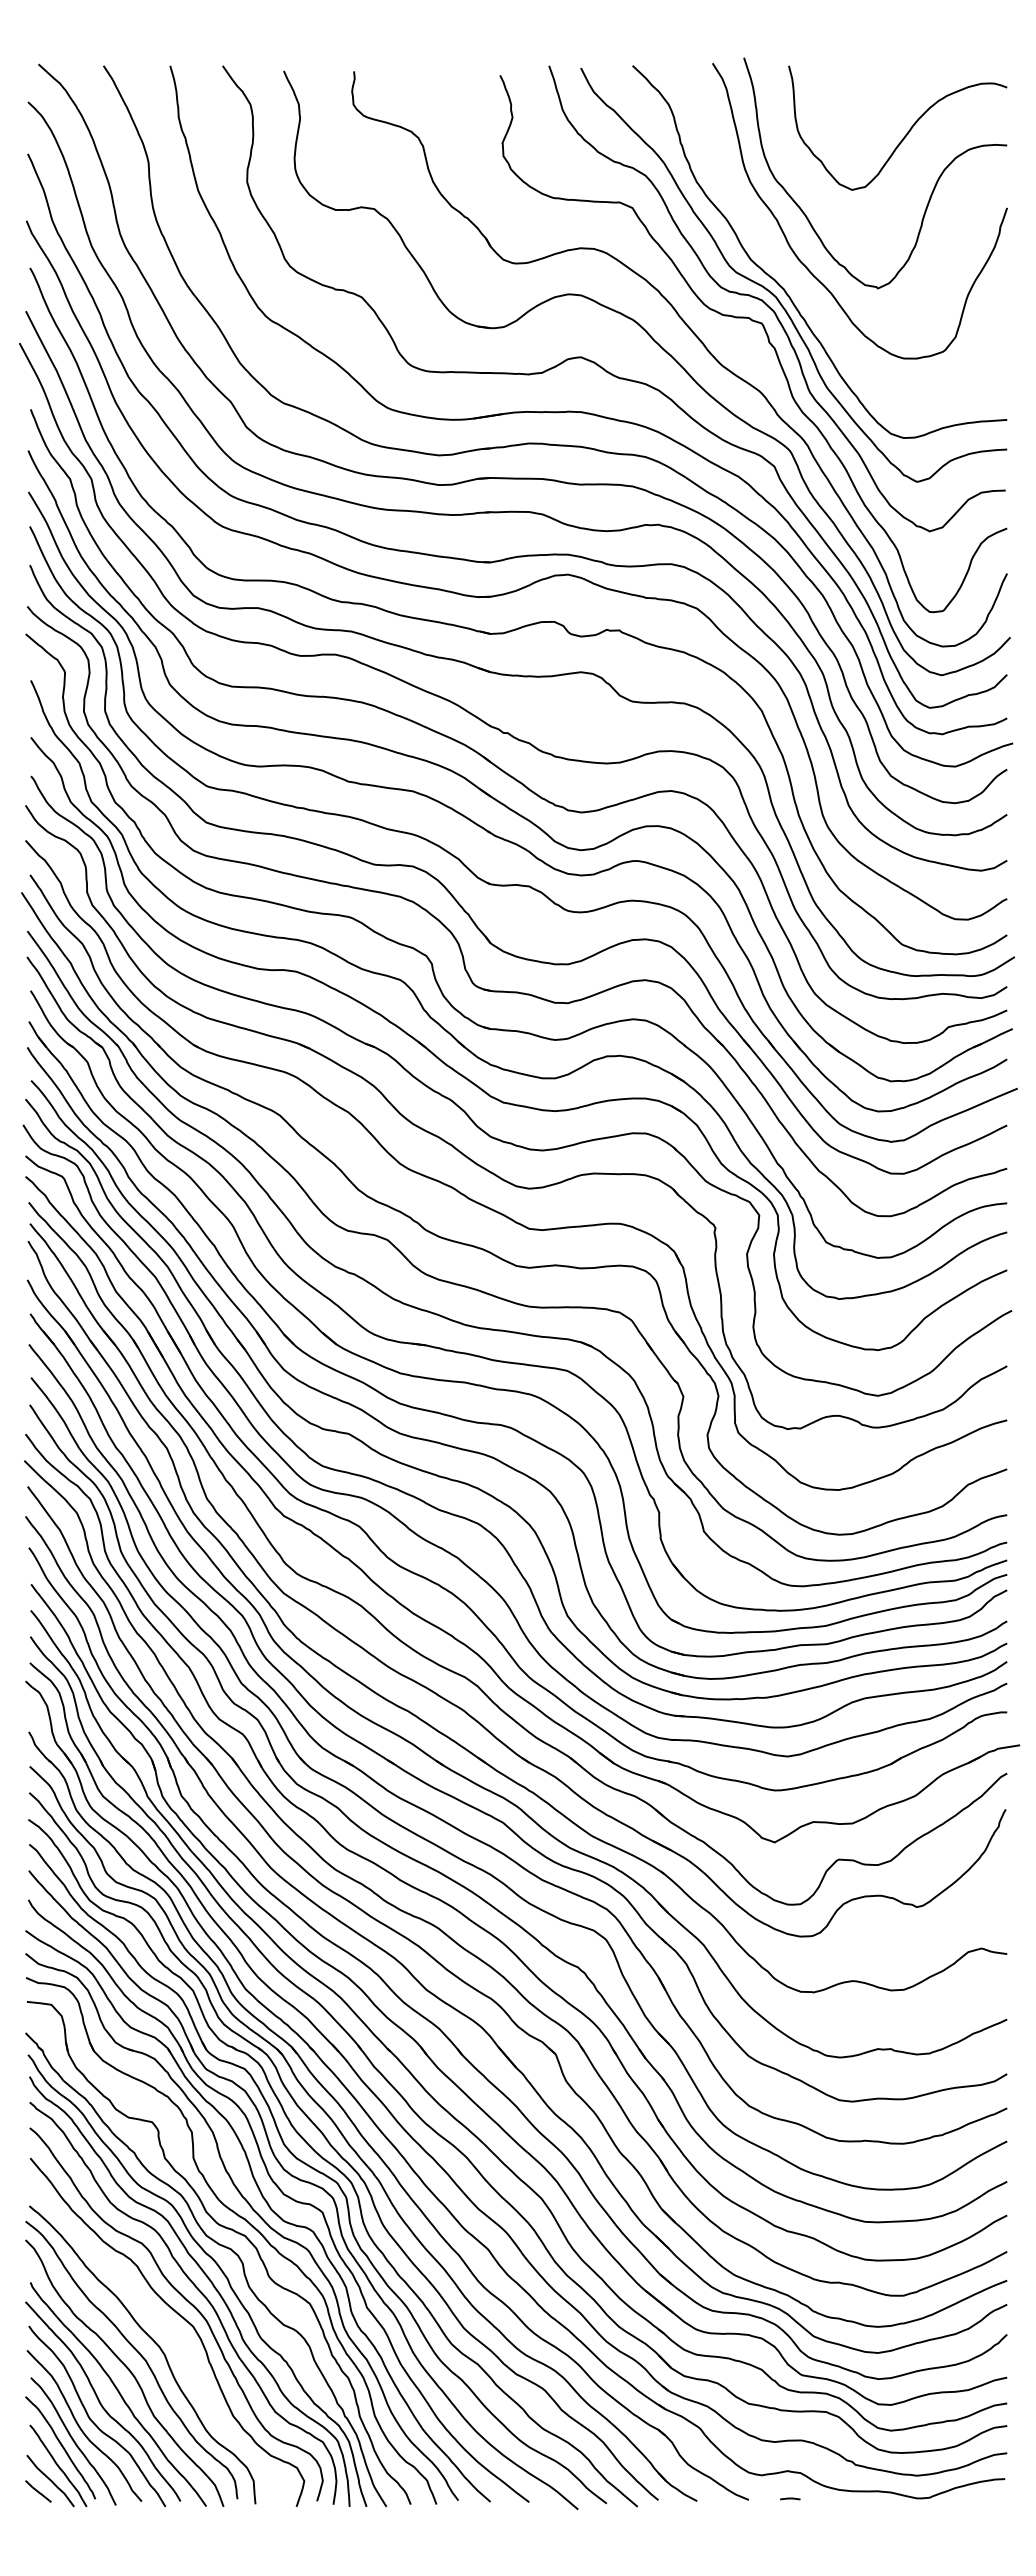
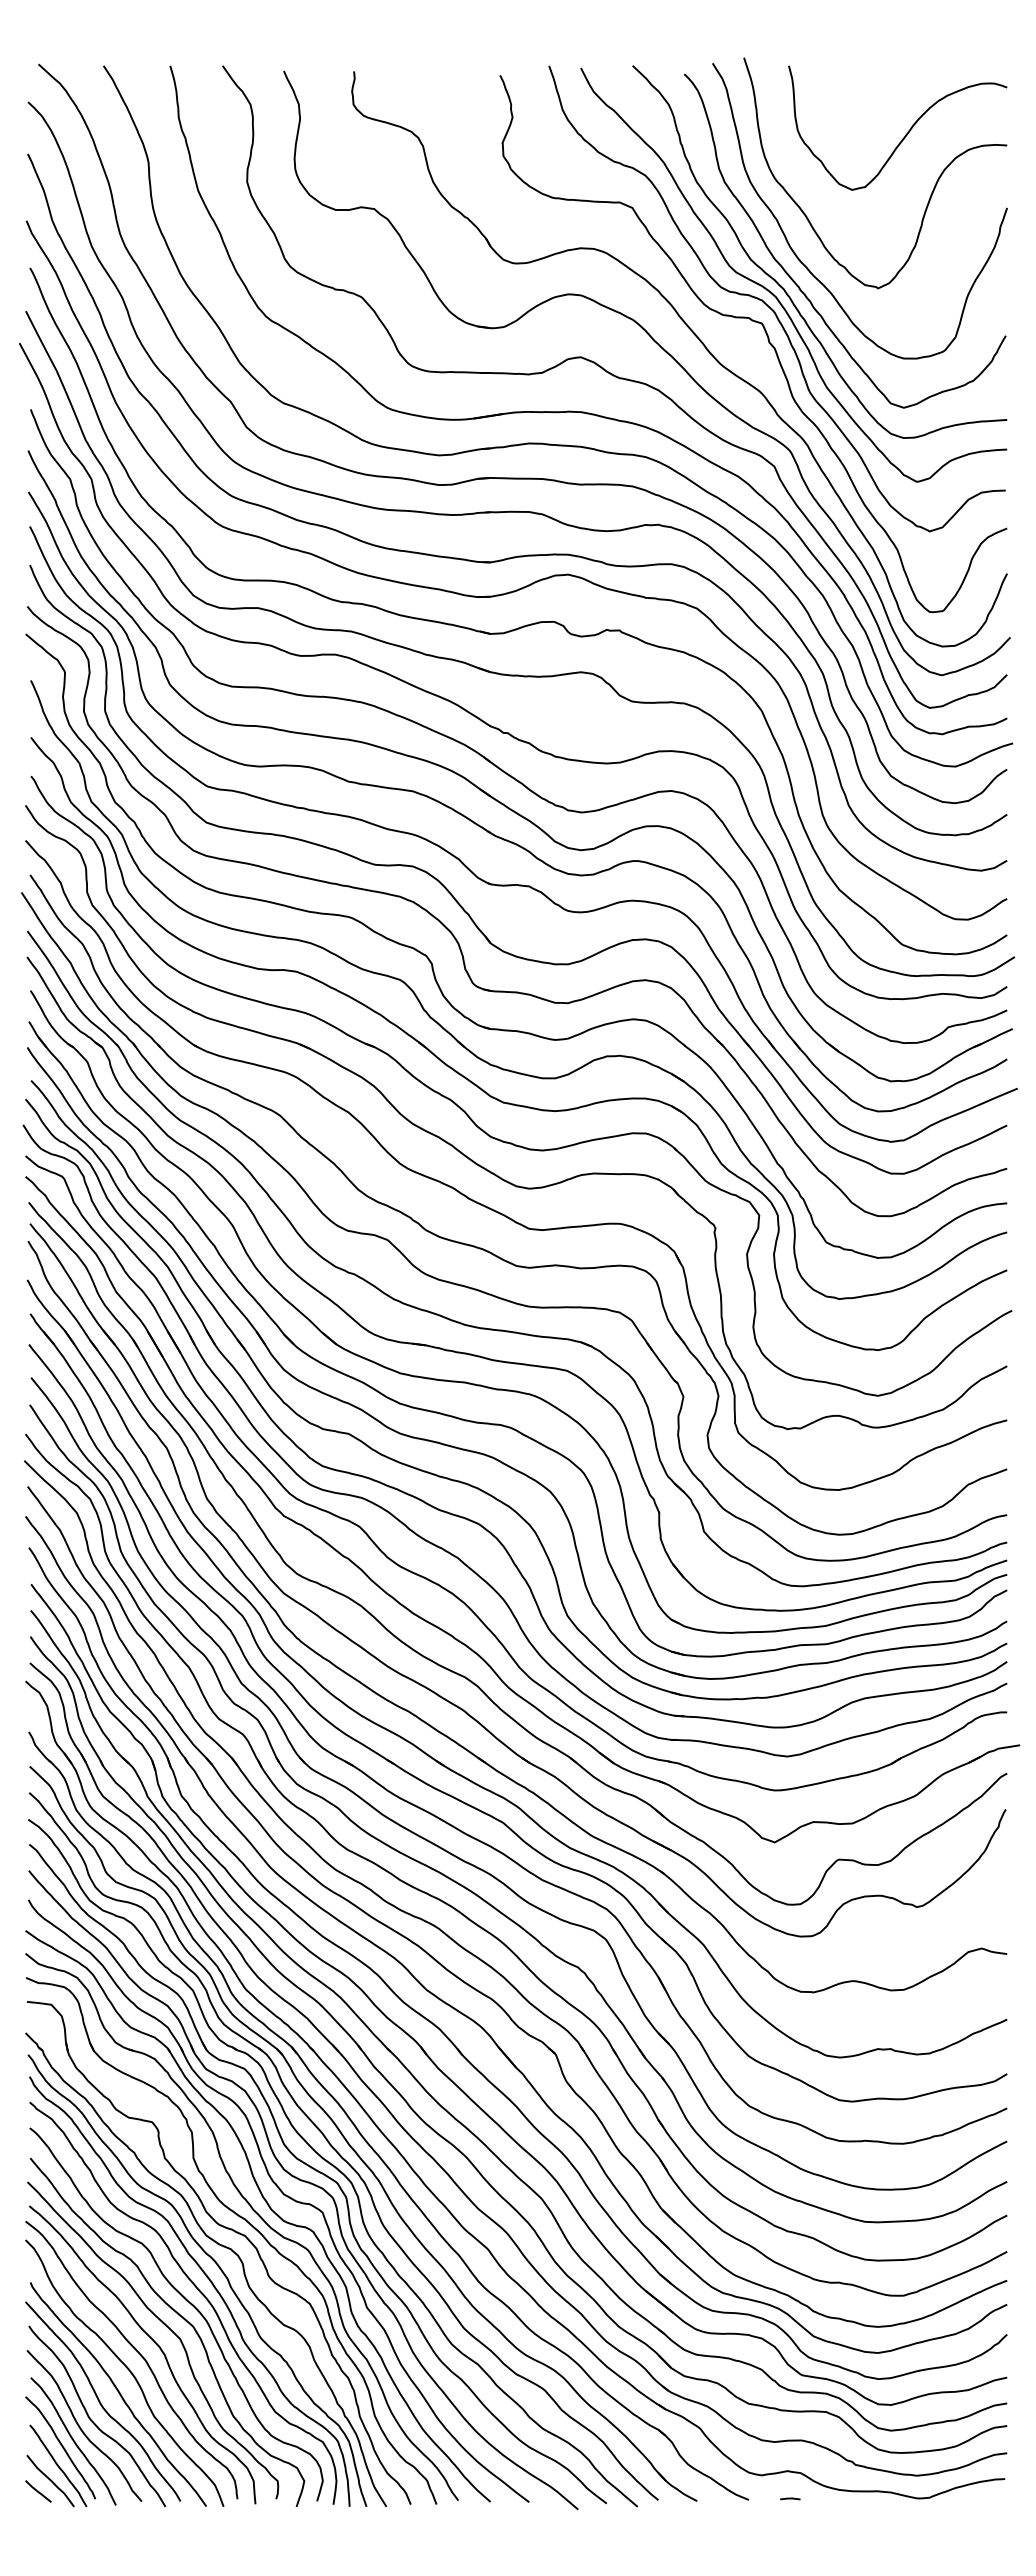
curve at (795, 281): none -> present
curve at (165, 2326): none -> present
